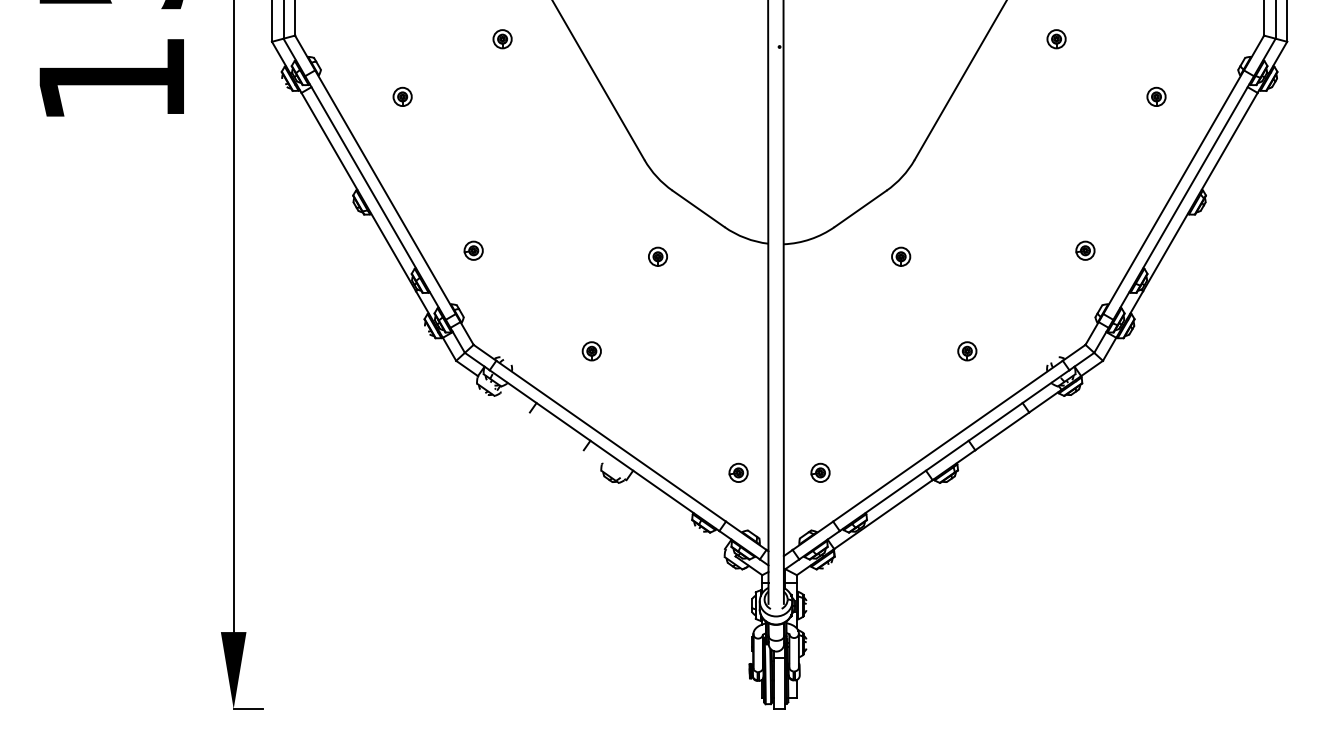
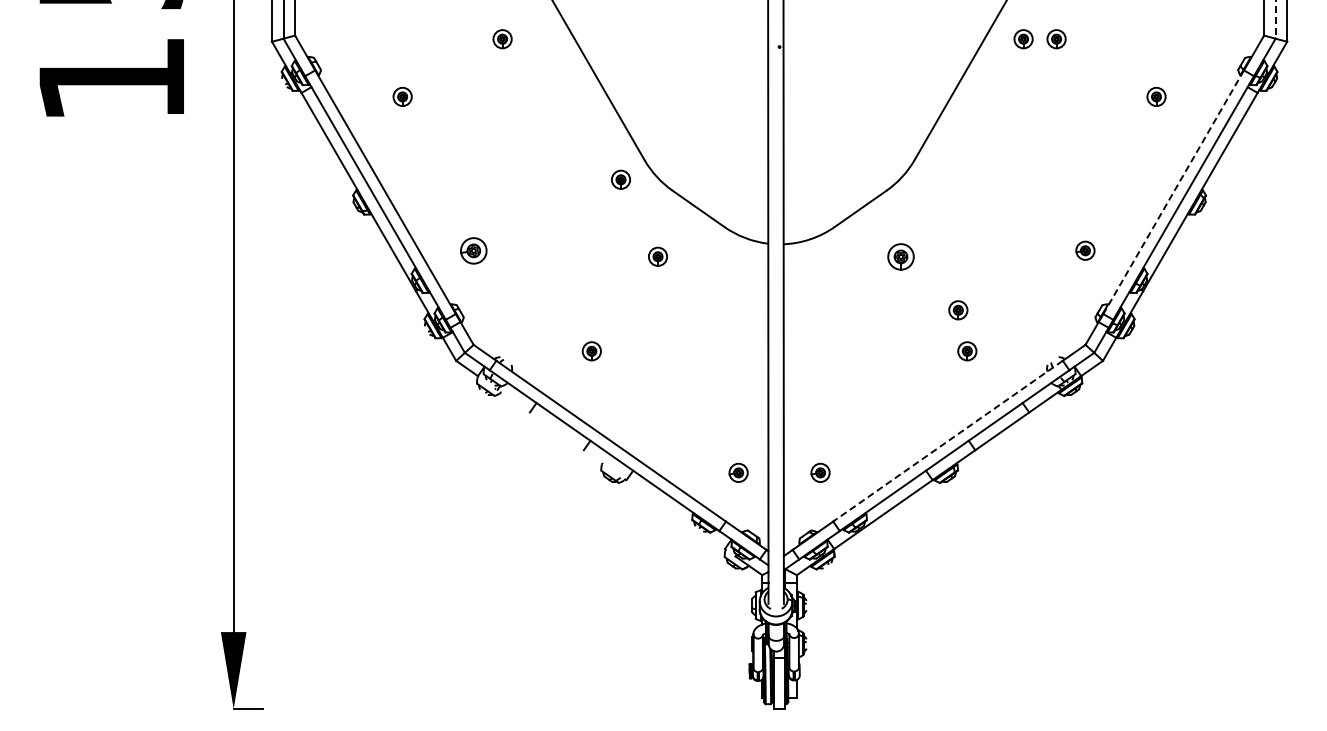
line at (1275, 20): solid -> dashed
part at (1023, 39): none -> present
part at (620, 179): none -> present
line at (1173, 192): solid -> dashed
part at (473, 250) size: 21x21 px -> 28x28 px
part at (901, 256) size: 21x21 px -> 28x28 px
part at (958, 310): none -> present
line at (947, 441): solid -> dashed
